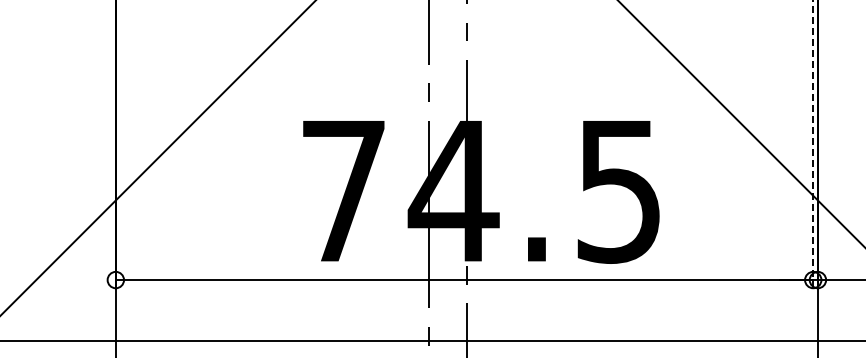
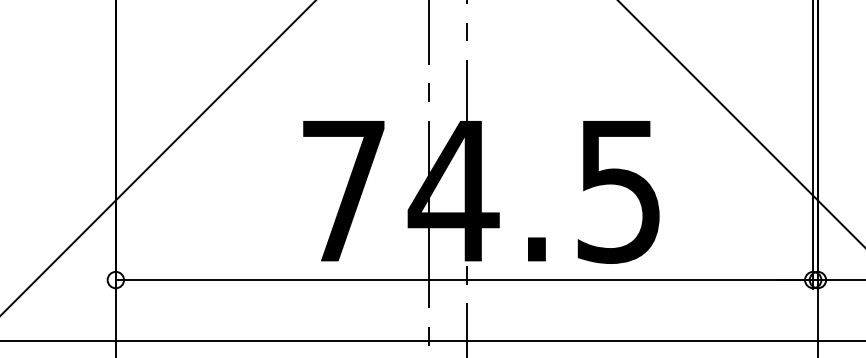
line at (813, 145): dashed -> solid
